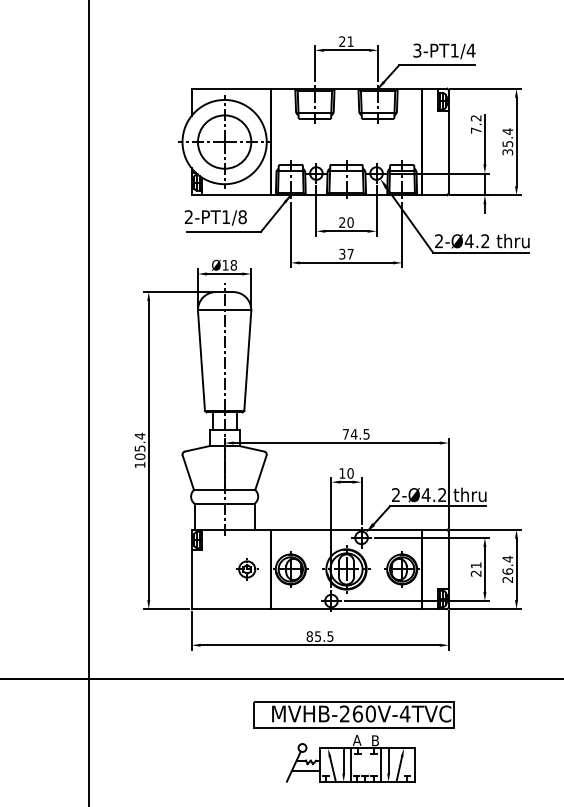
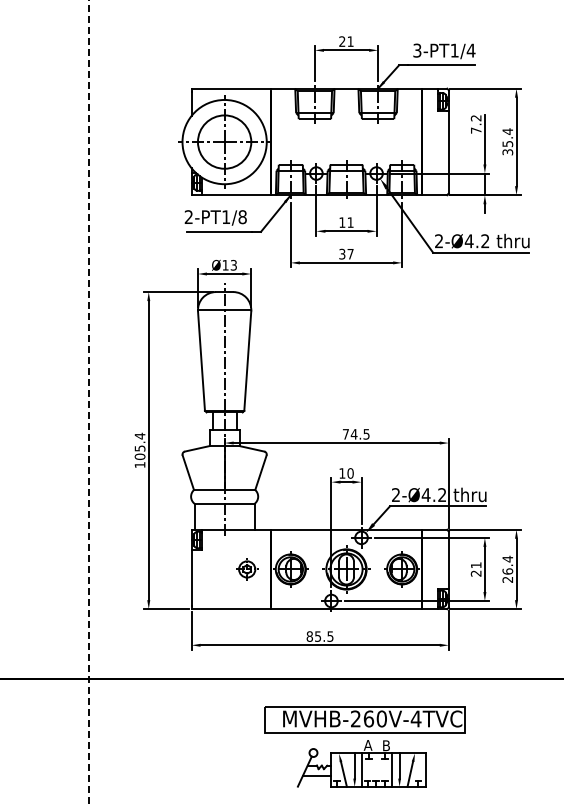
text at (346, 222): 20 -> 11
text at (233, 265): Ø18 -> Ø13
line at (89, 403): solid -> dashed
part at (353, 741) position: (353, 741) -> (364, 746)
